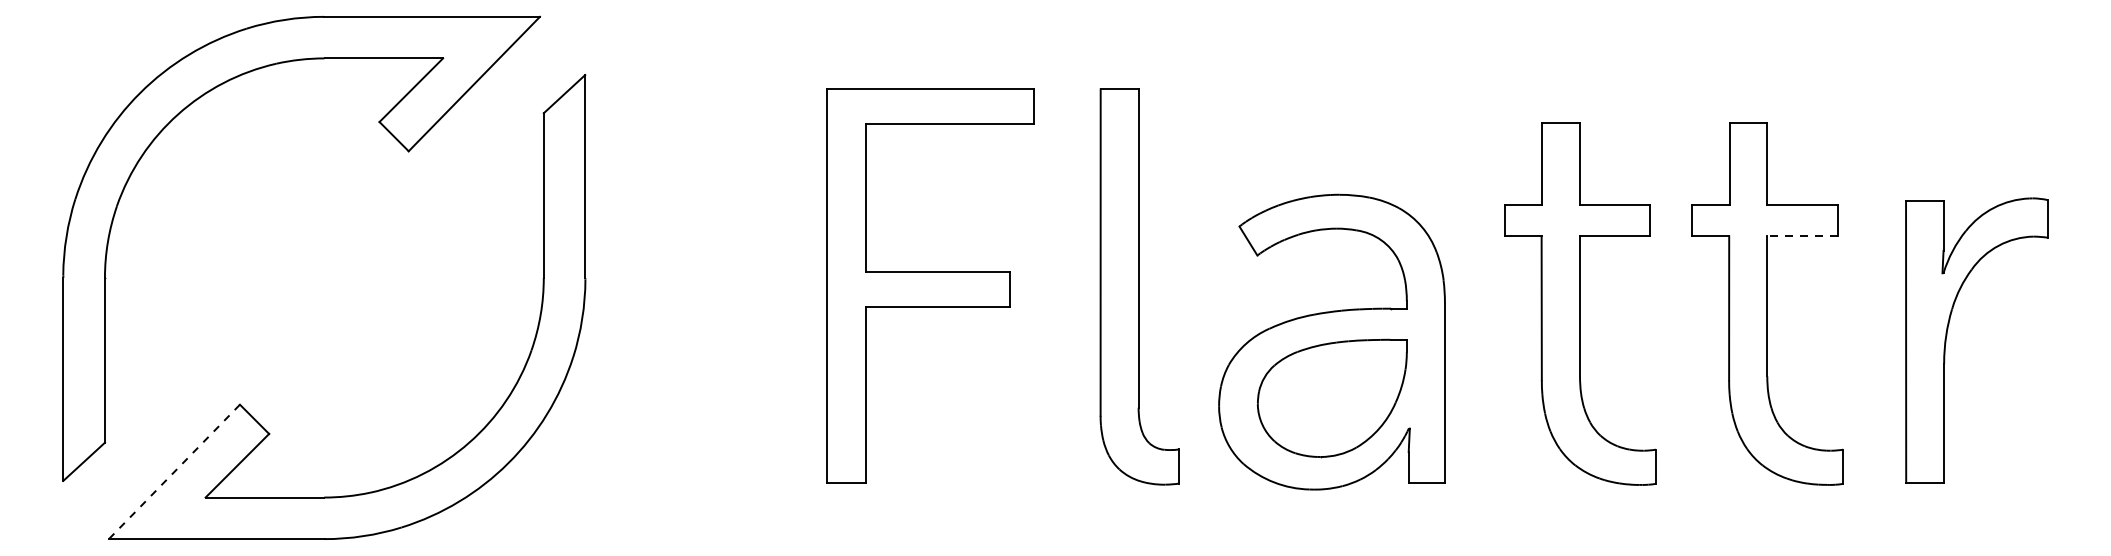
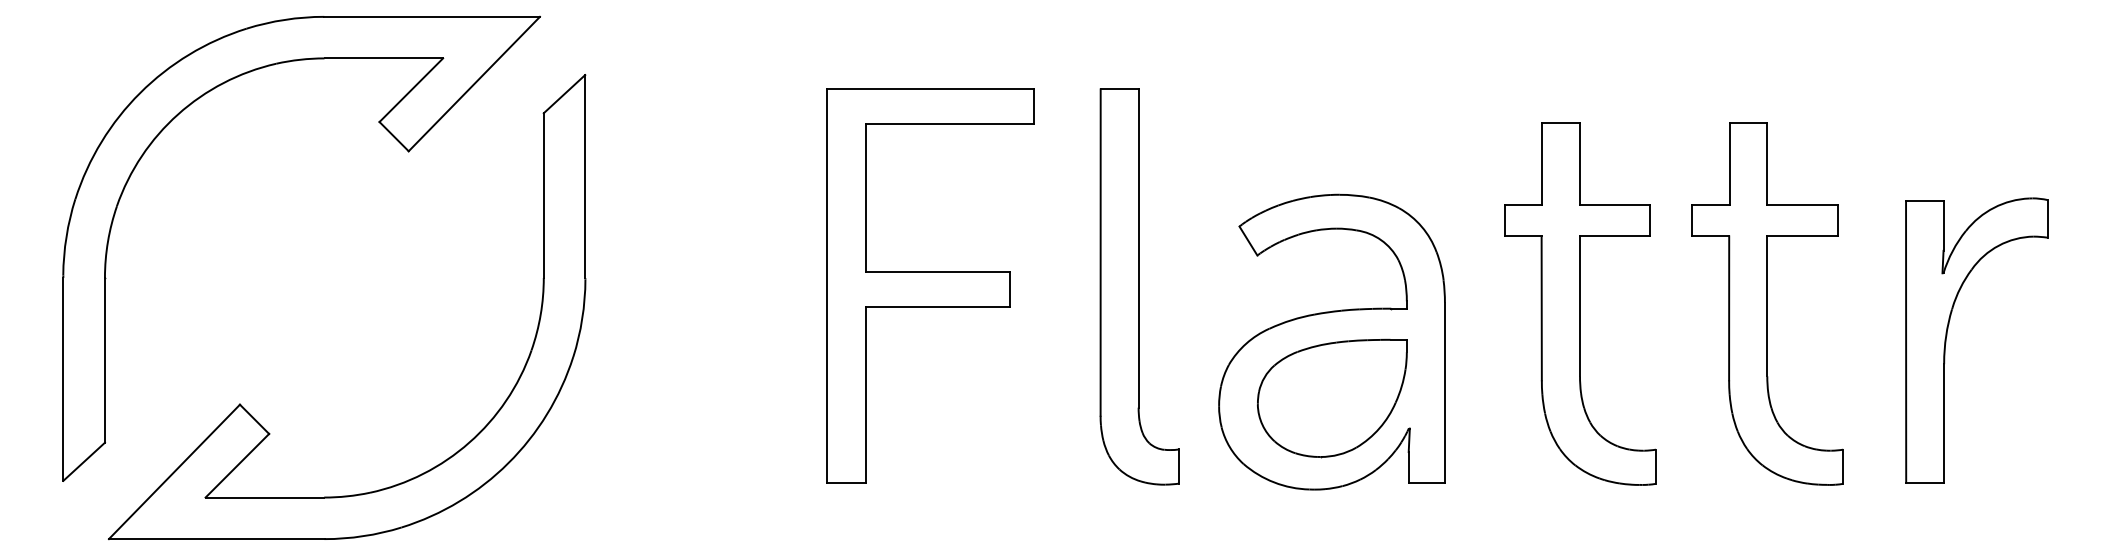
line at (1802, 236): dashed -> solid
line at (174, 471): dashed -> solid
